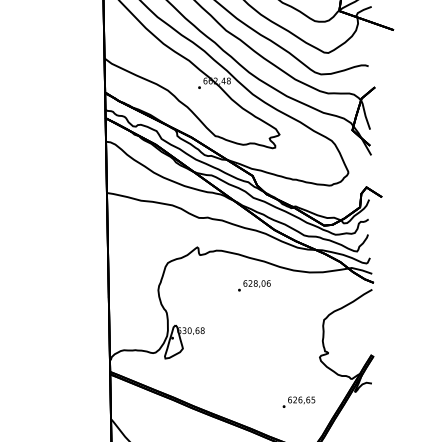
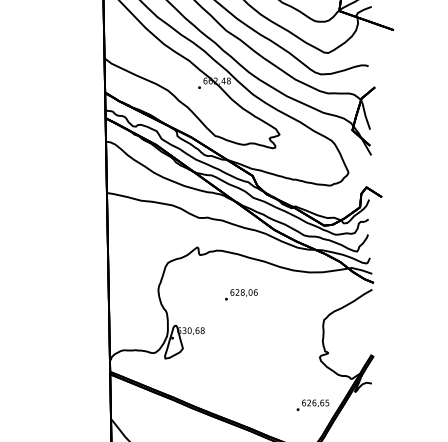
text at (254, 285) position: (254, 285) -> (241, 294)
text at (298, 401) position: (298, 401) -> (312, 404)
